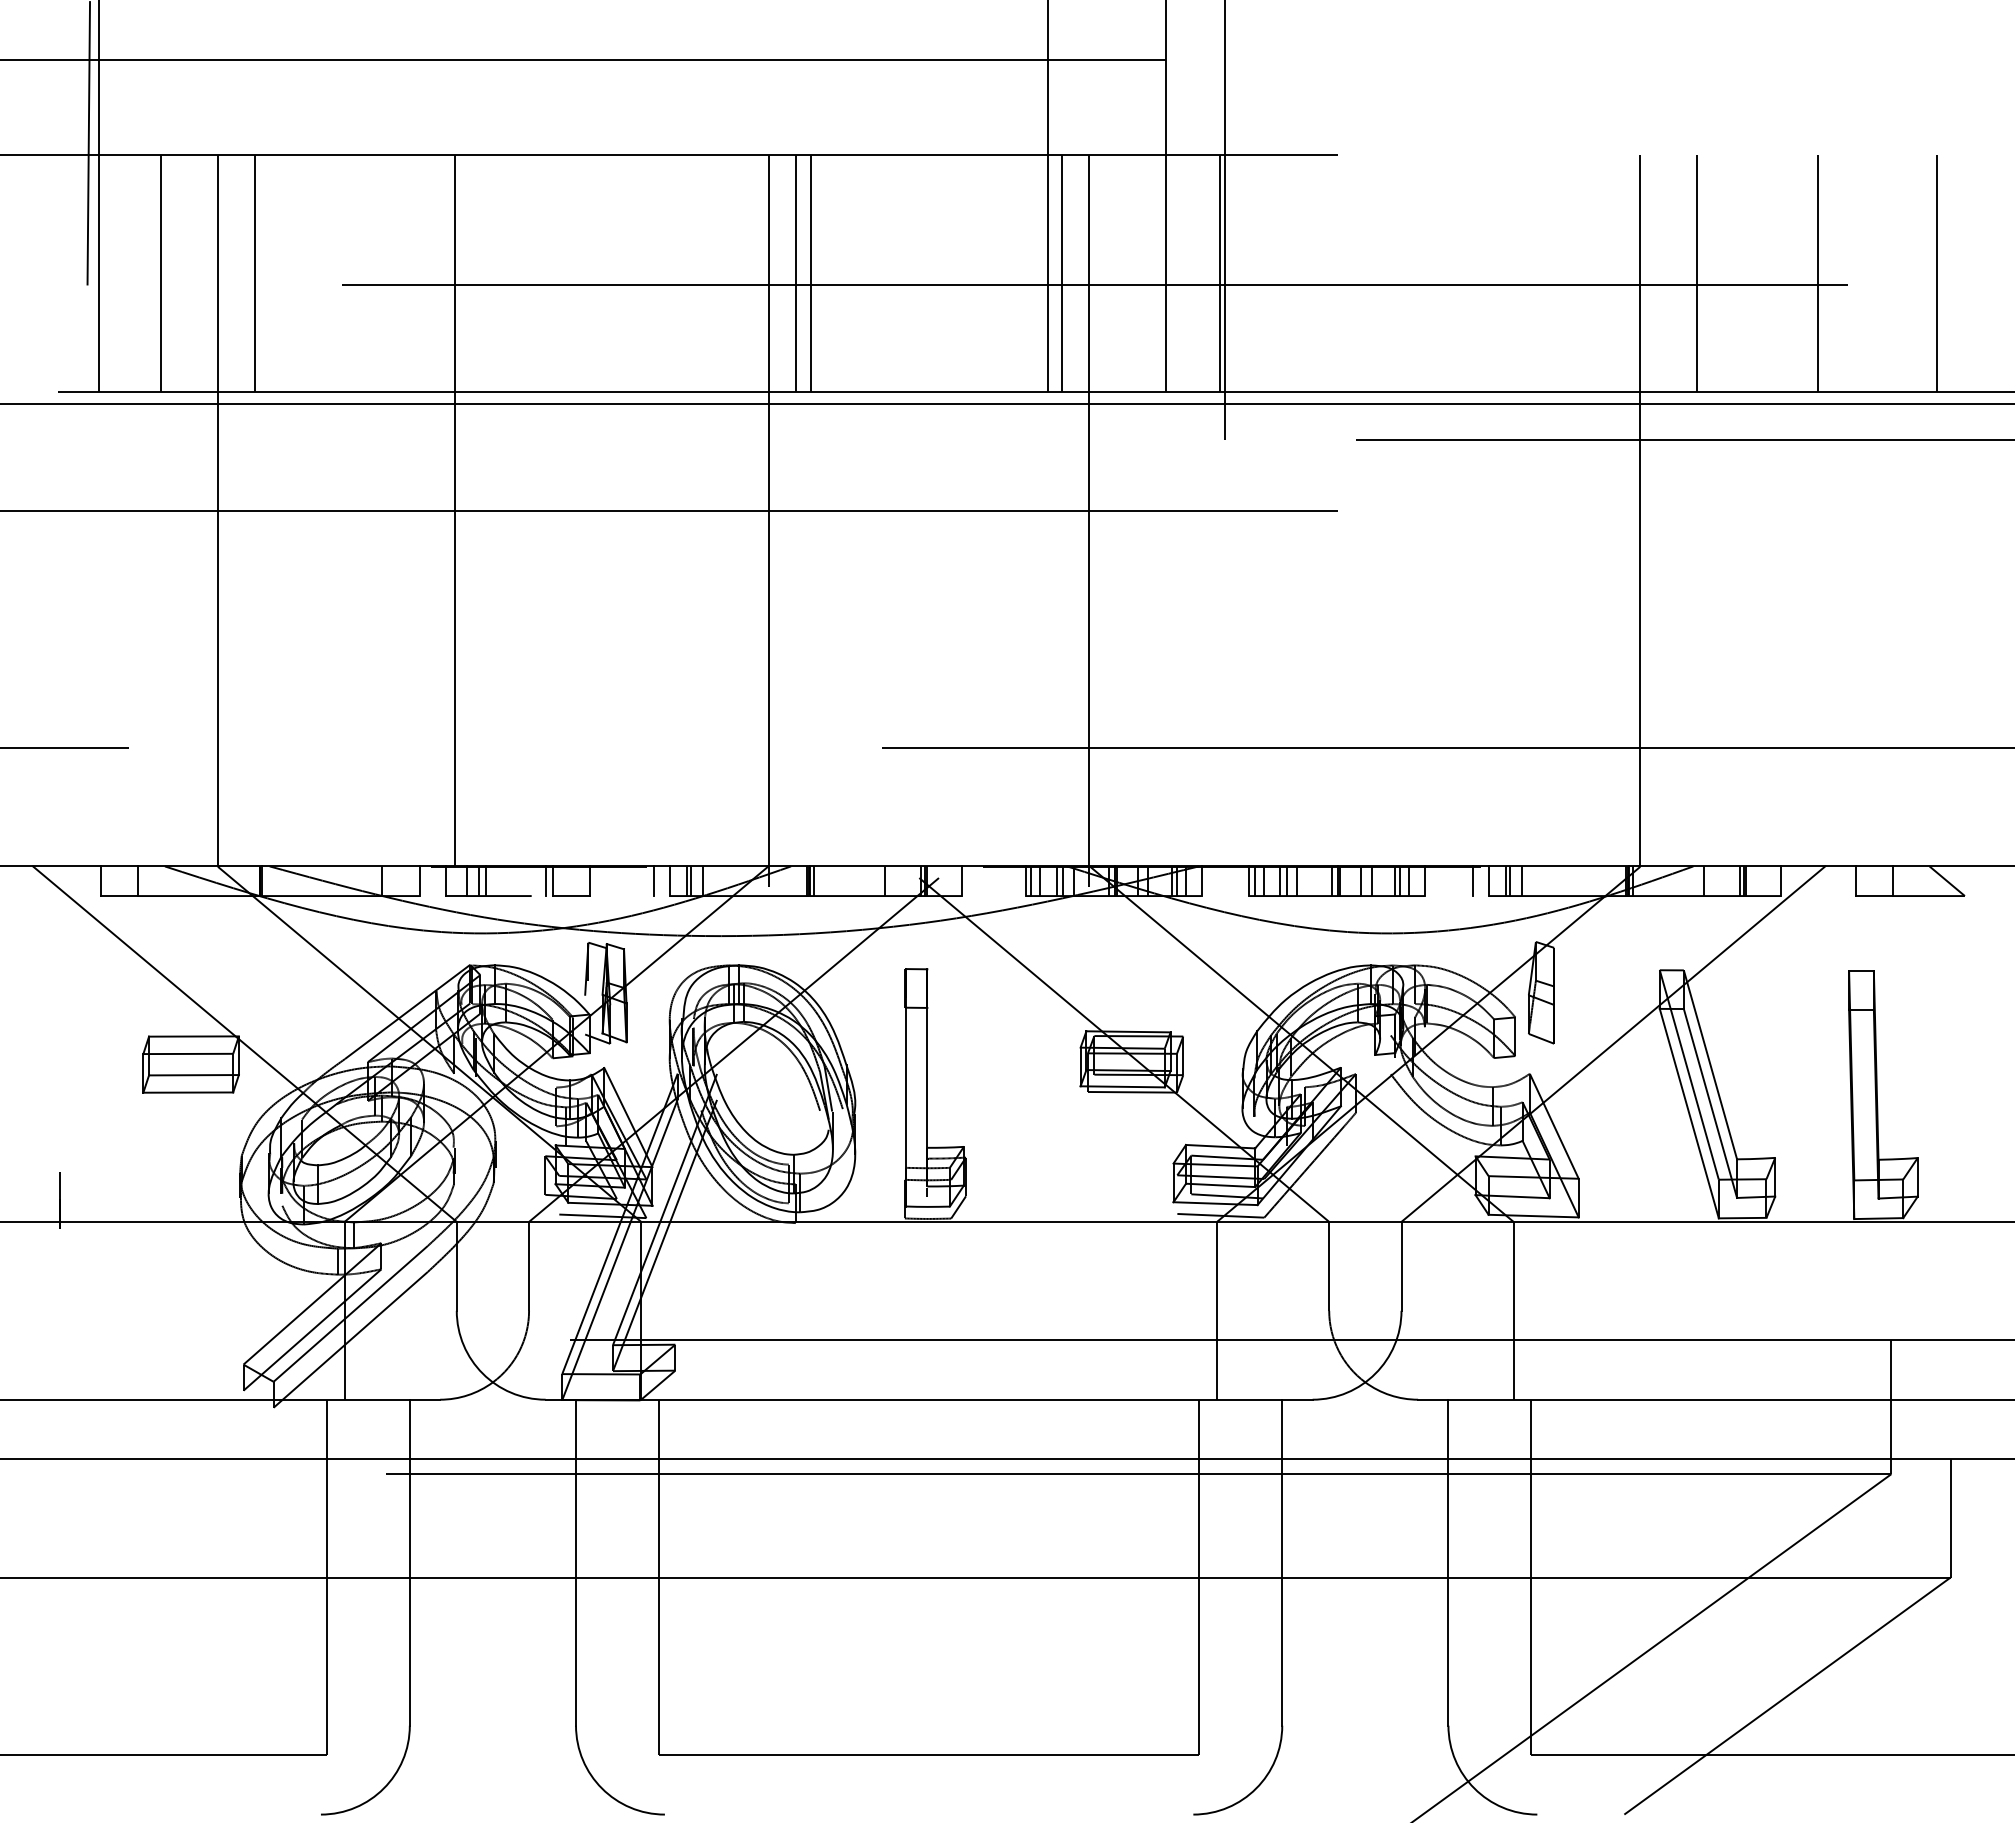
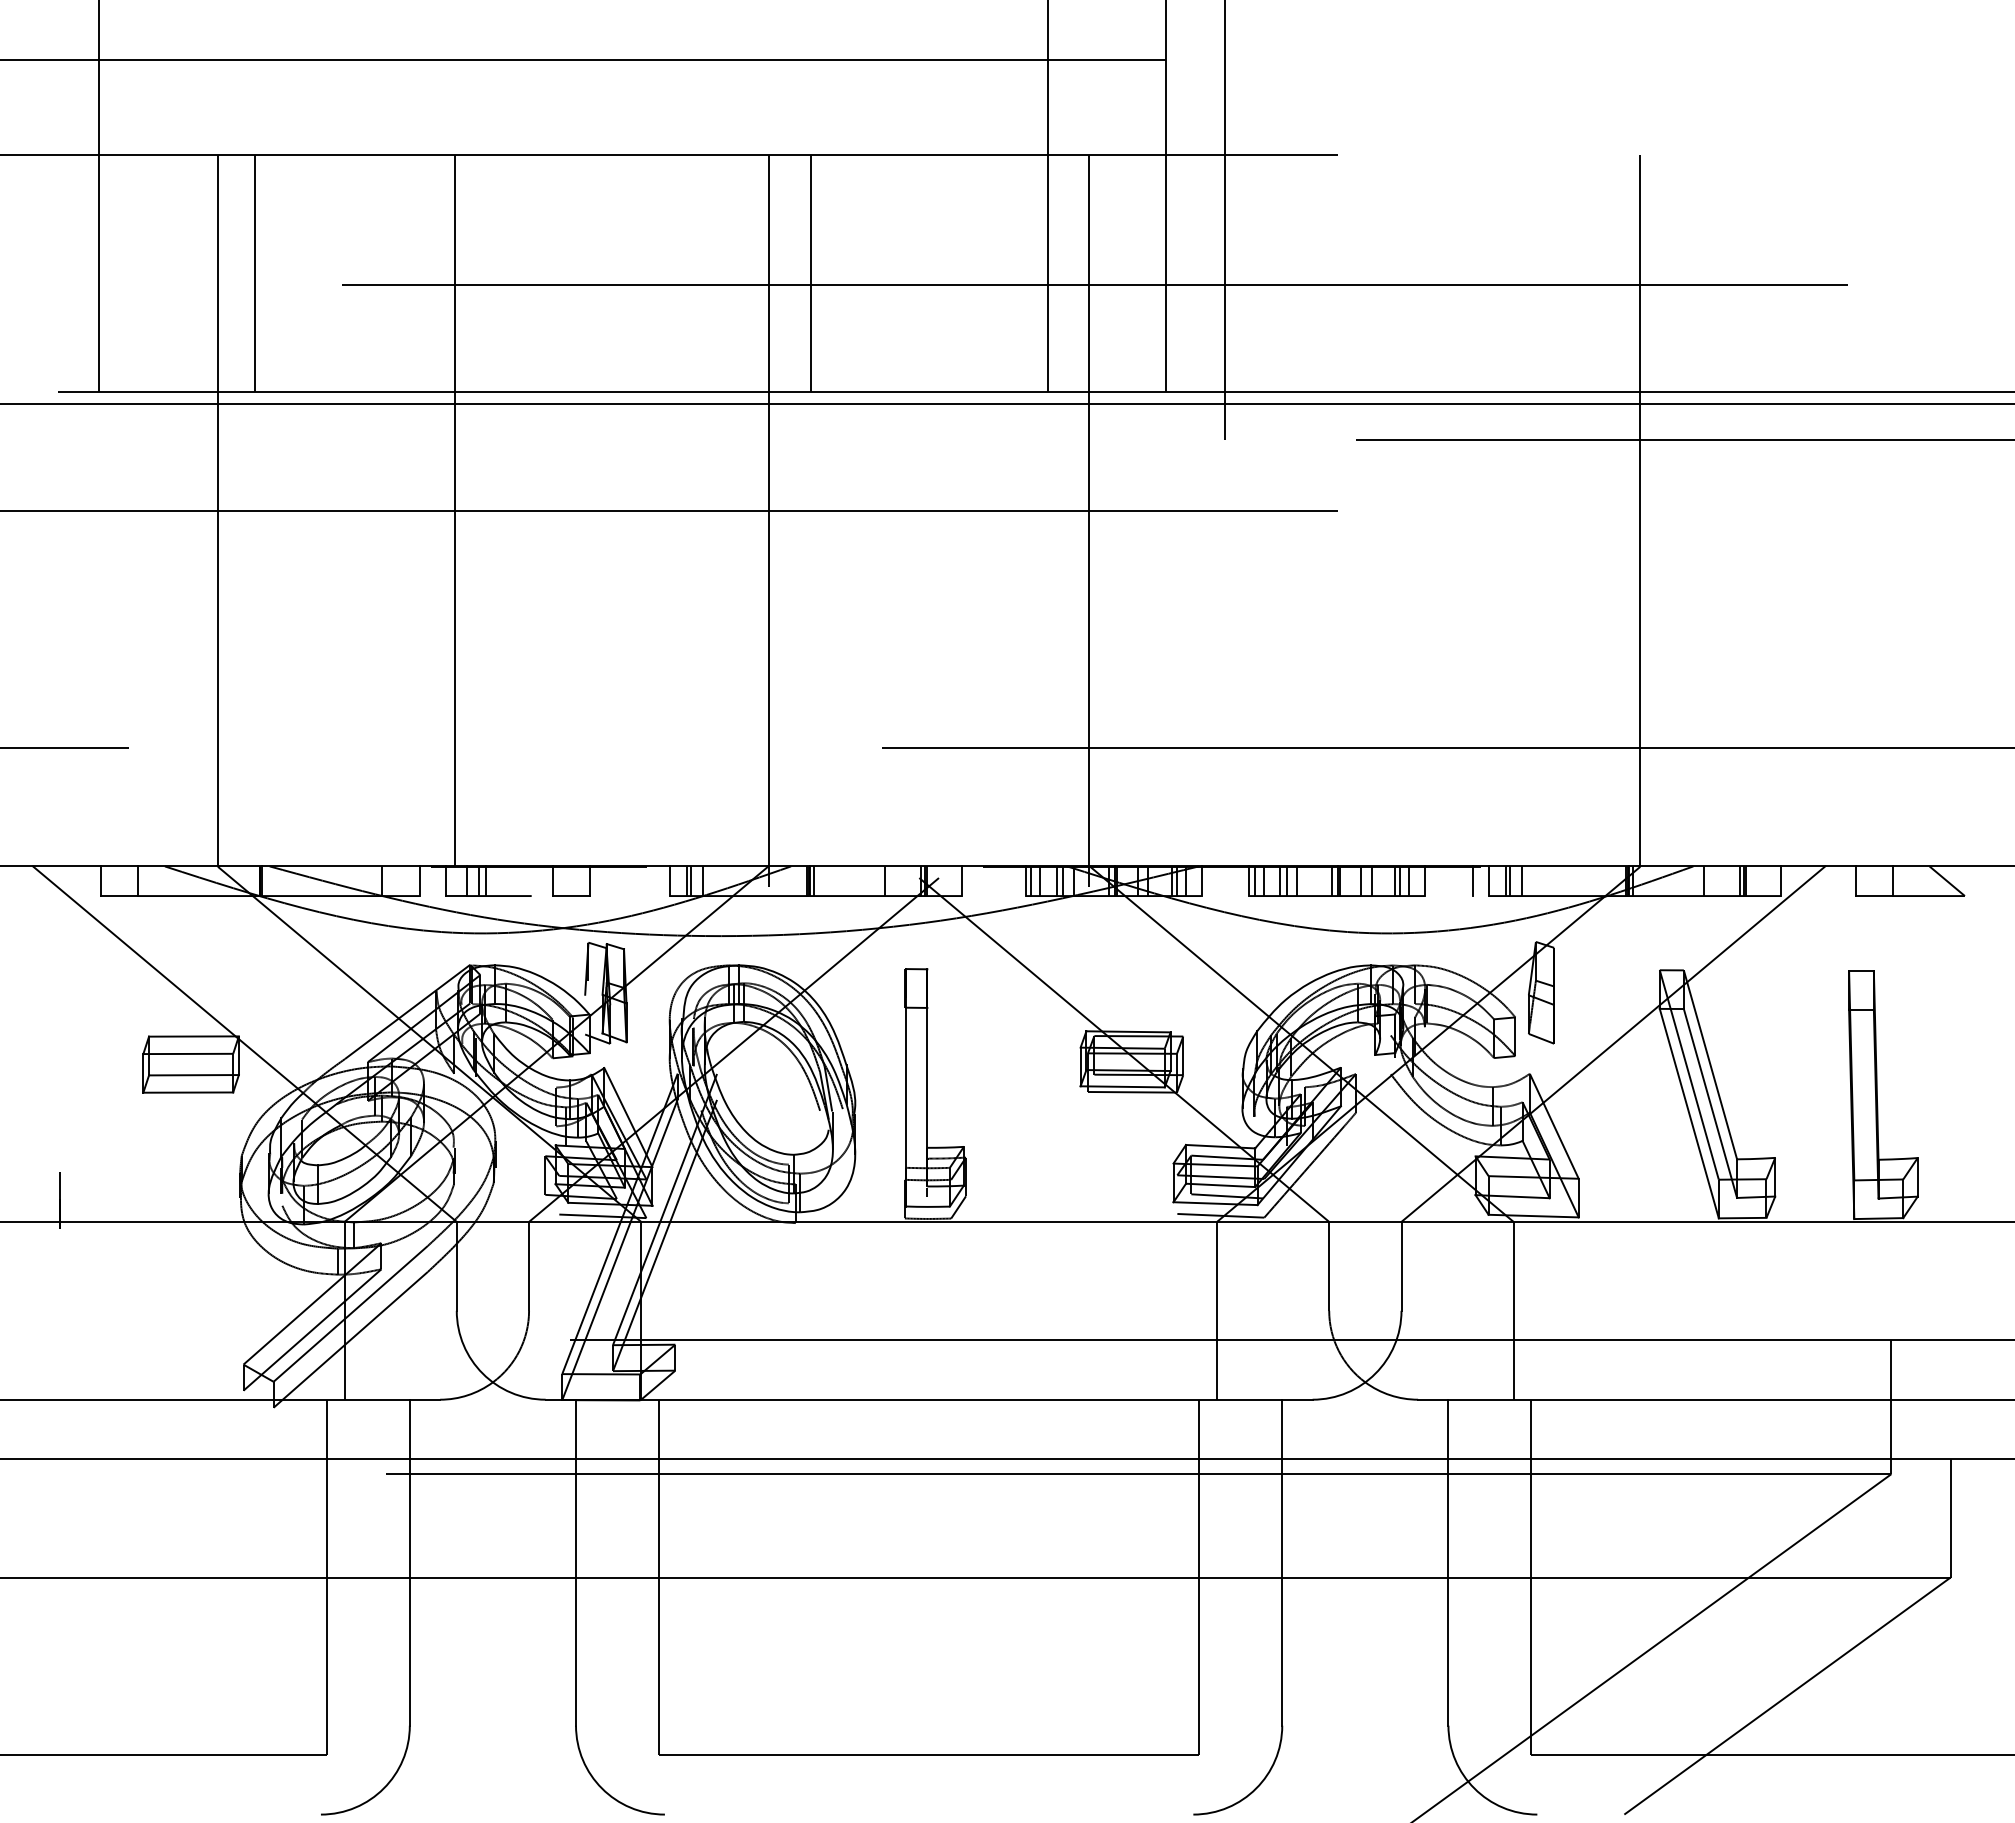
line at (88, 143): present -> none
line at (160, 273): present -> none
line at (796, 273): present -> none
line at (1061, 273): present -> none
line at (1219, 273): present -> none
line at (1697, 273): present -> none
line at (1818, 273): present -> none
line at (1936, 273): present -> none
line at (546, 881): present -> none
line at (653, 881): present -> none
